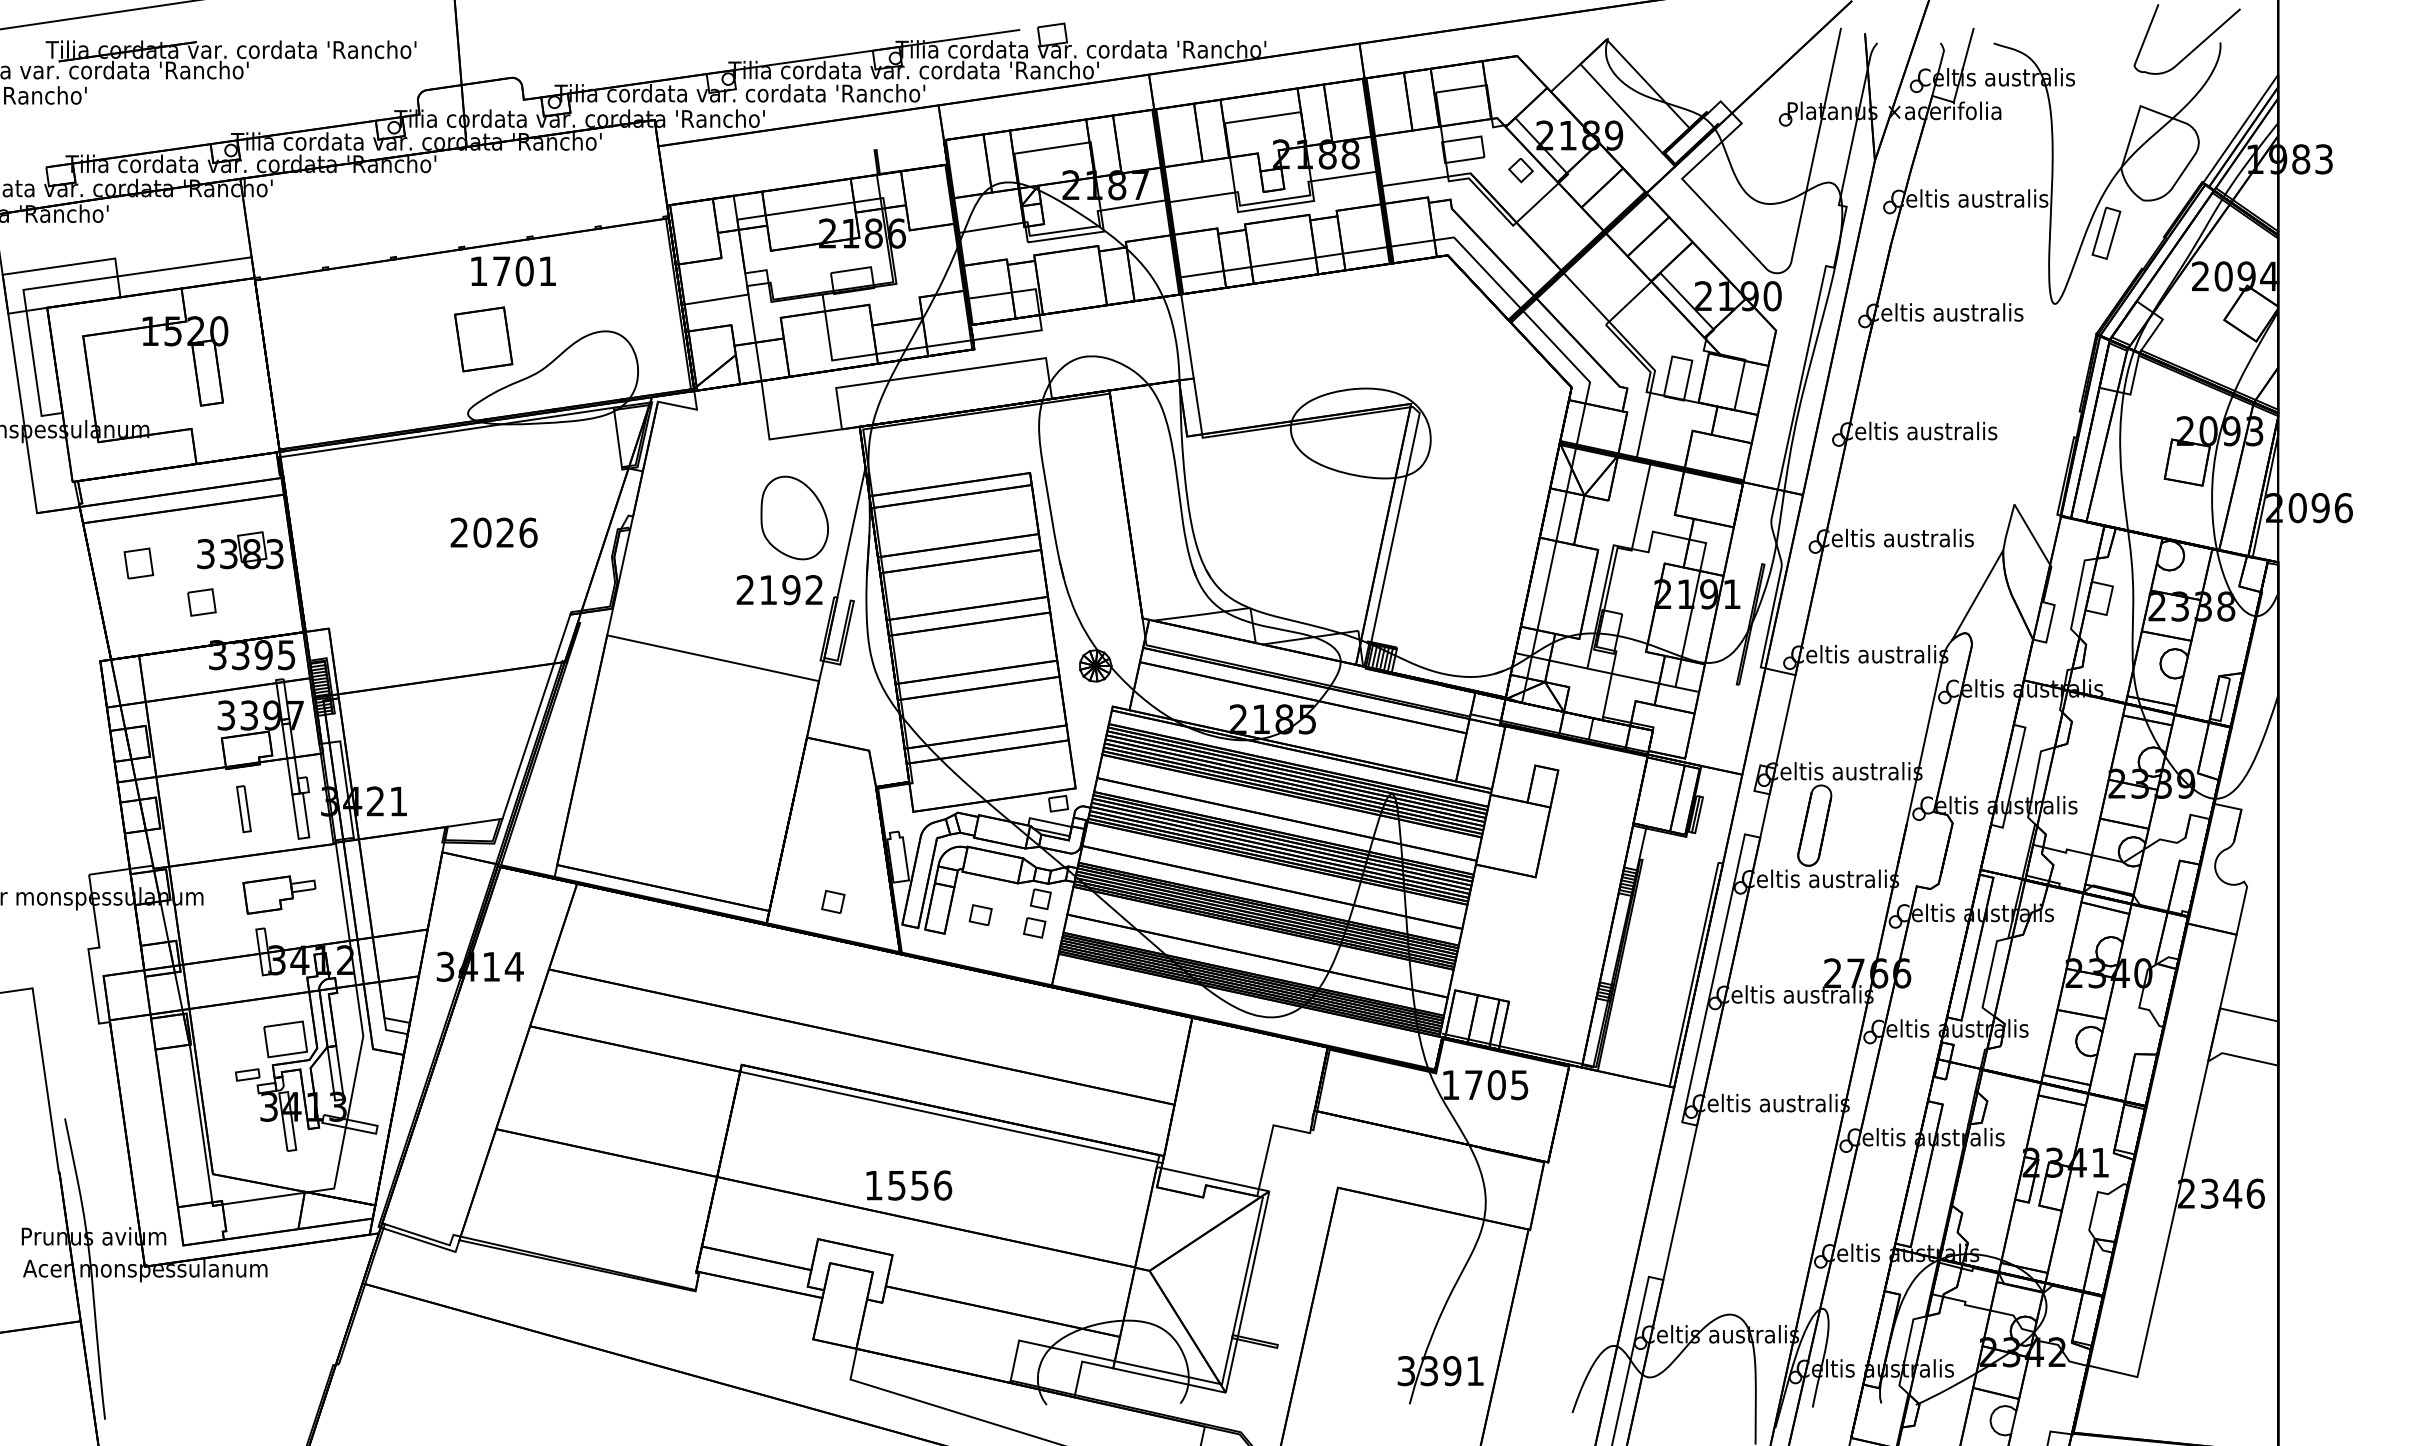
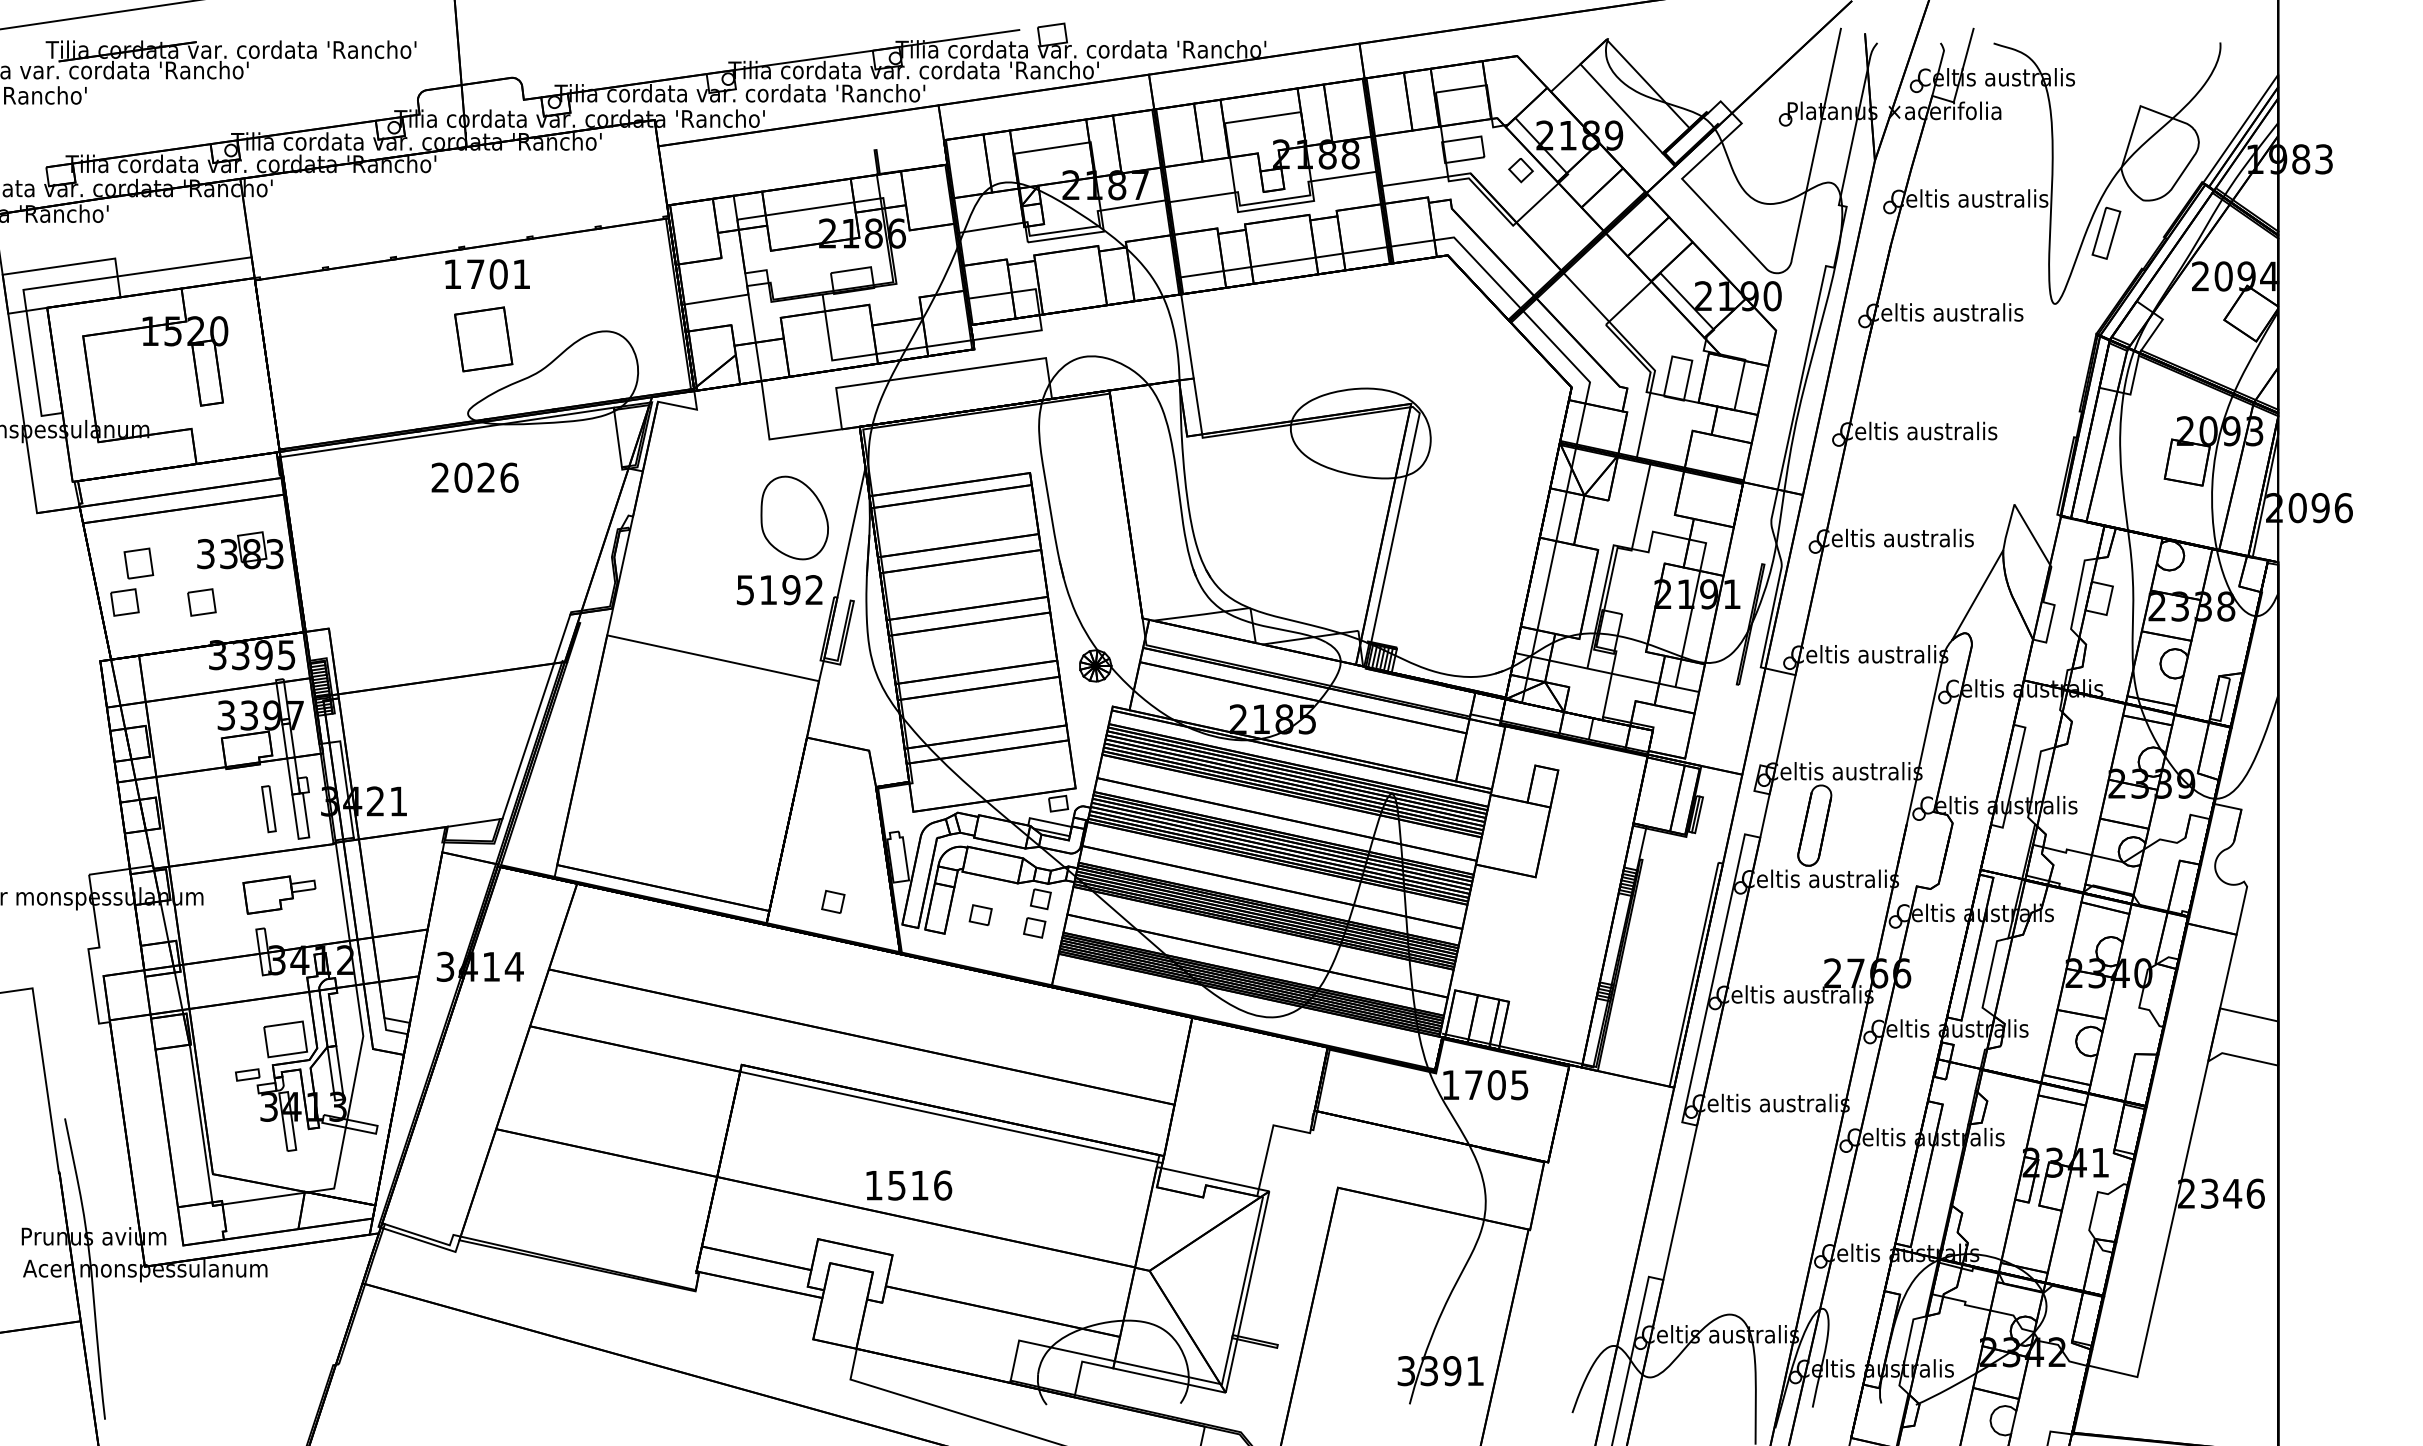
curve at (2195, 47): present -> none
text at (513, 271) position: (513, 271) -> (487, 274)
text at (493, 532) position: (493, 532) -> (474, 477)
text at (744, 590): 2192 -> 5192
part at (124, 602): none -> present
part at (243, 809) position: (243, 809) -> (268, 809)
text at (919, 1185): 1556 -> 1516
